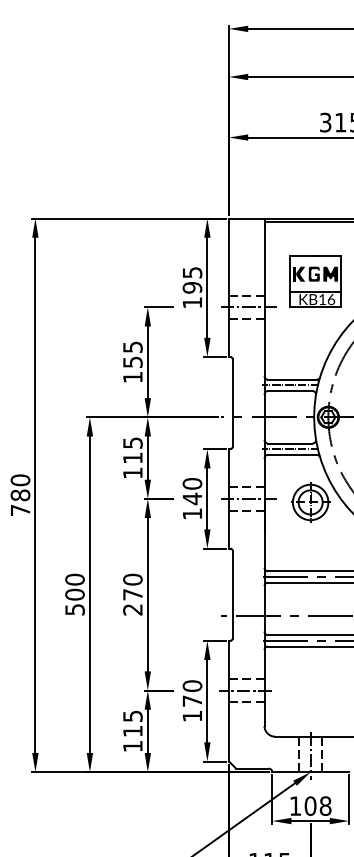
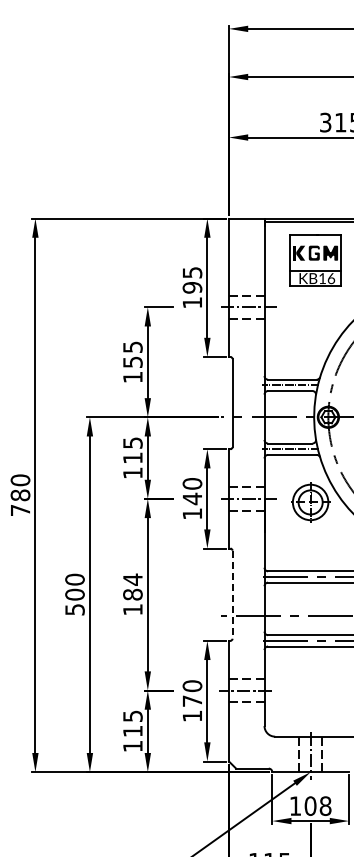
part at (315, 281) position: (315, 281) -> (315, 260)
text at (132, 594): 270 -> 184
line at (232, 595): solid -> dashed
